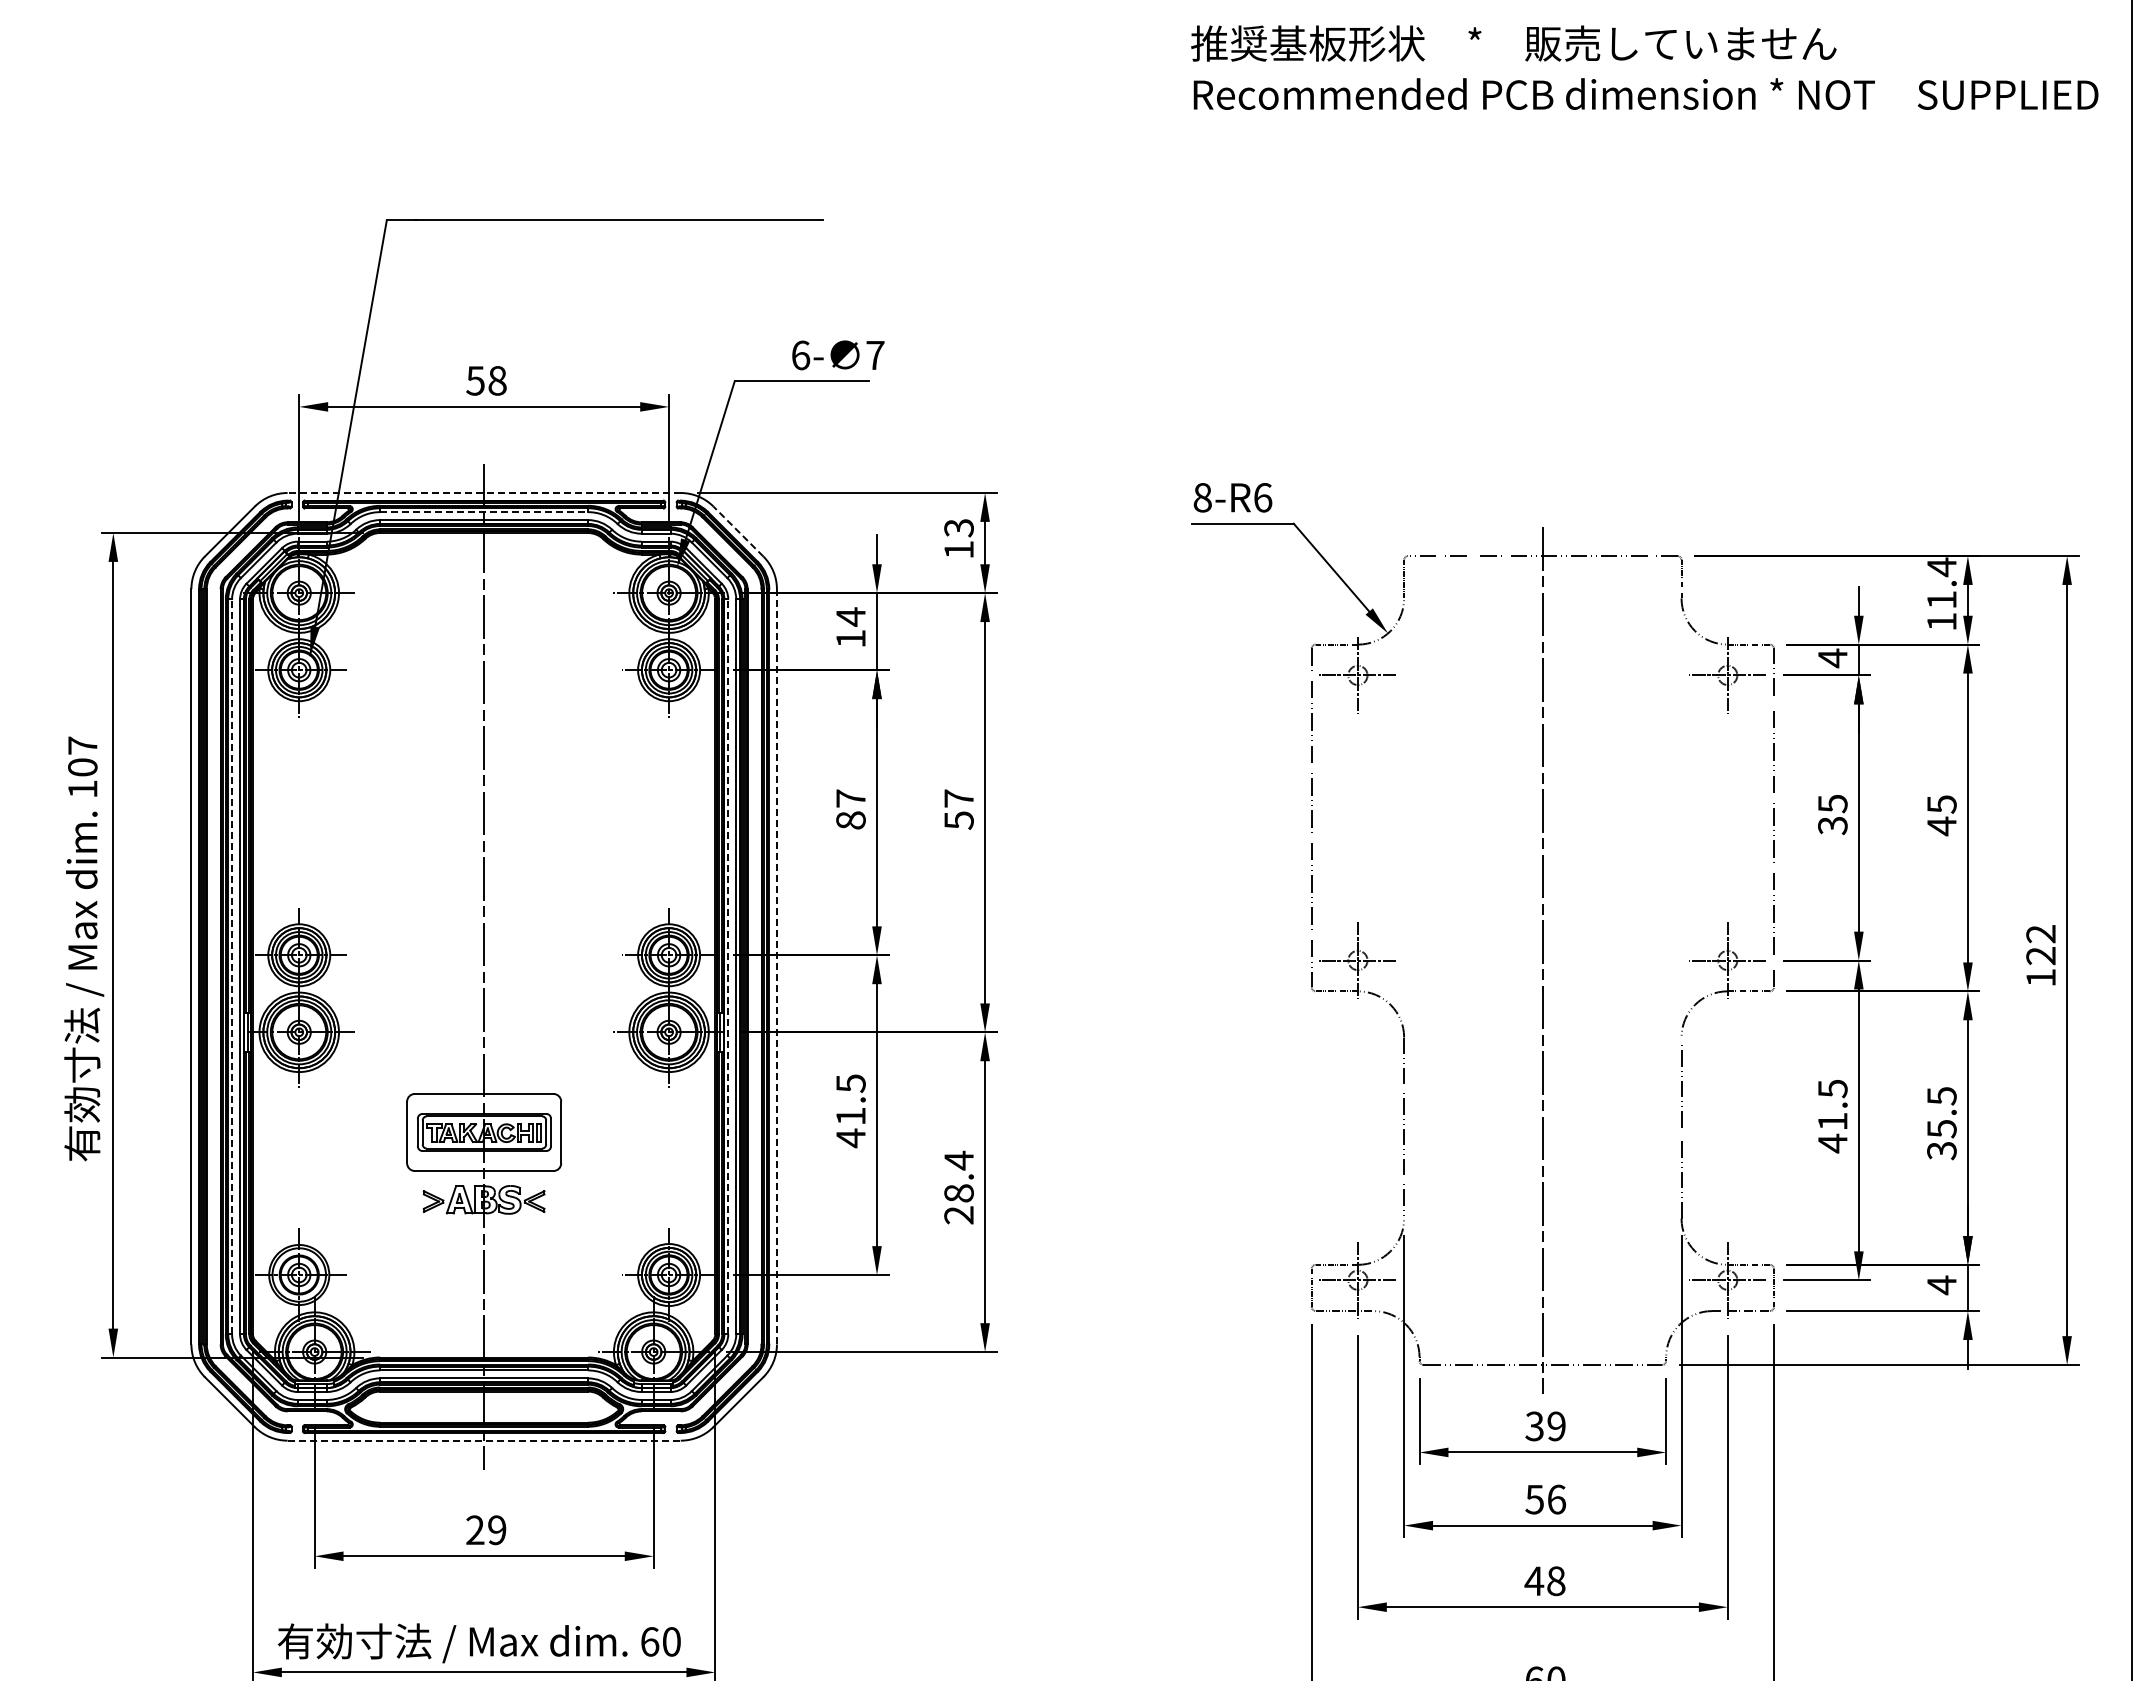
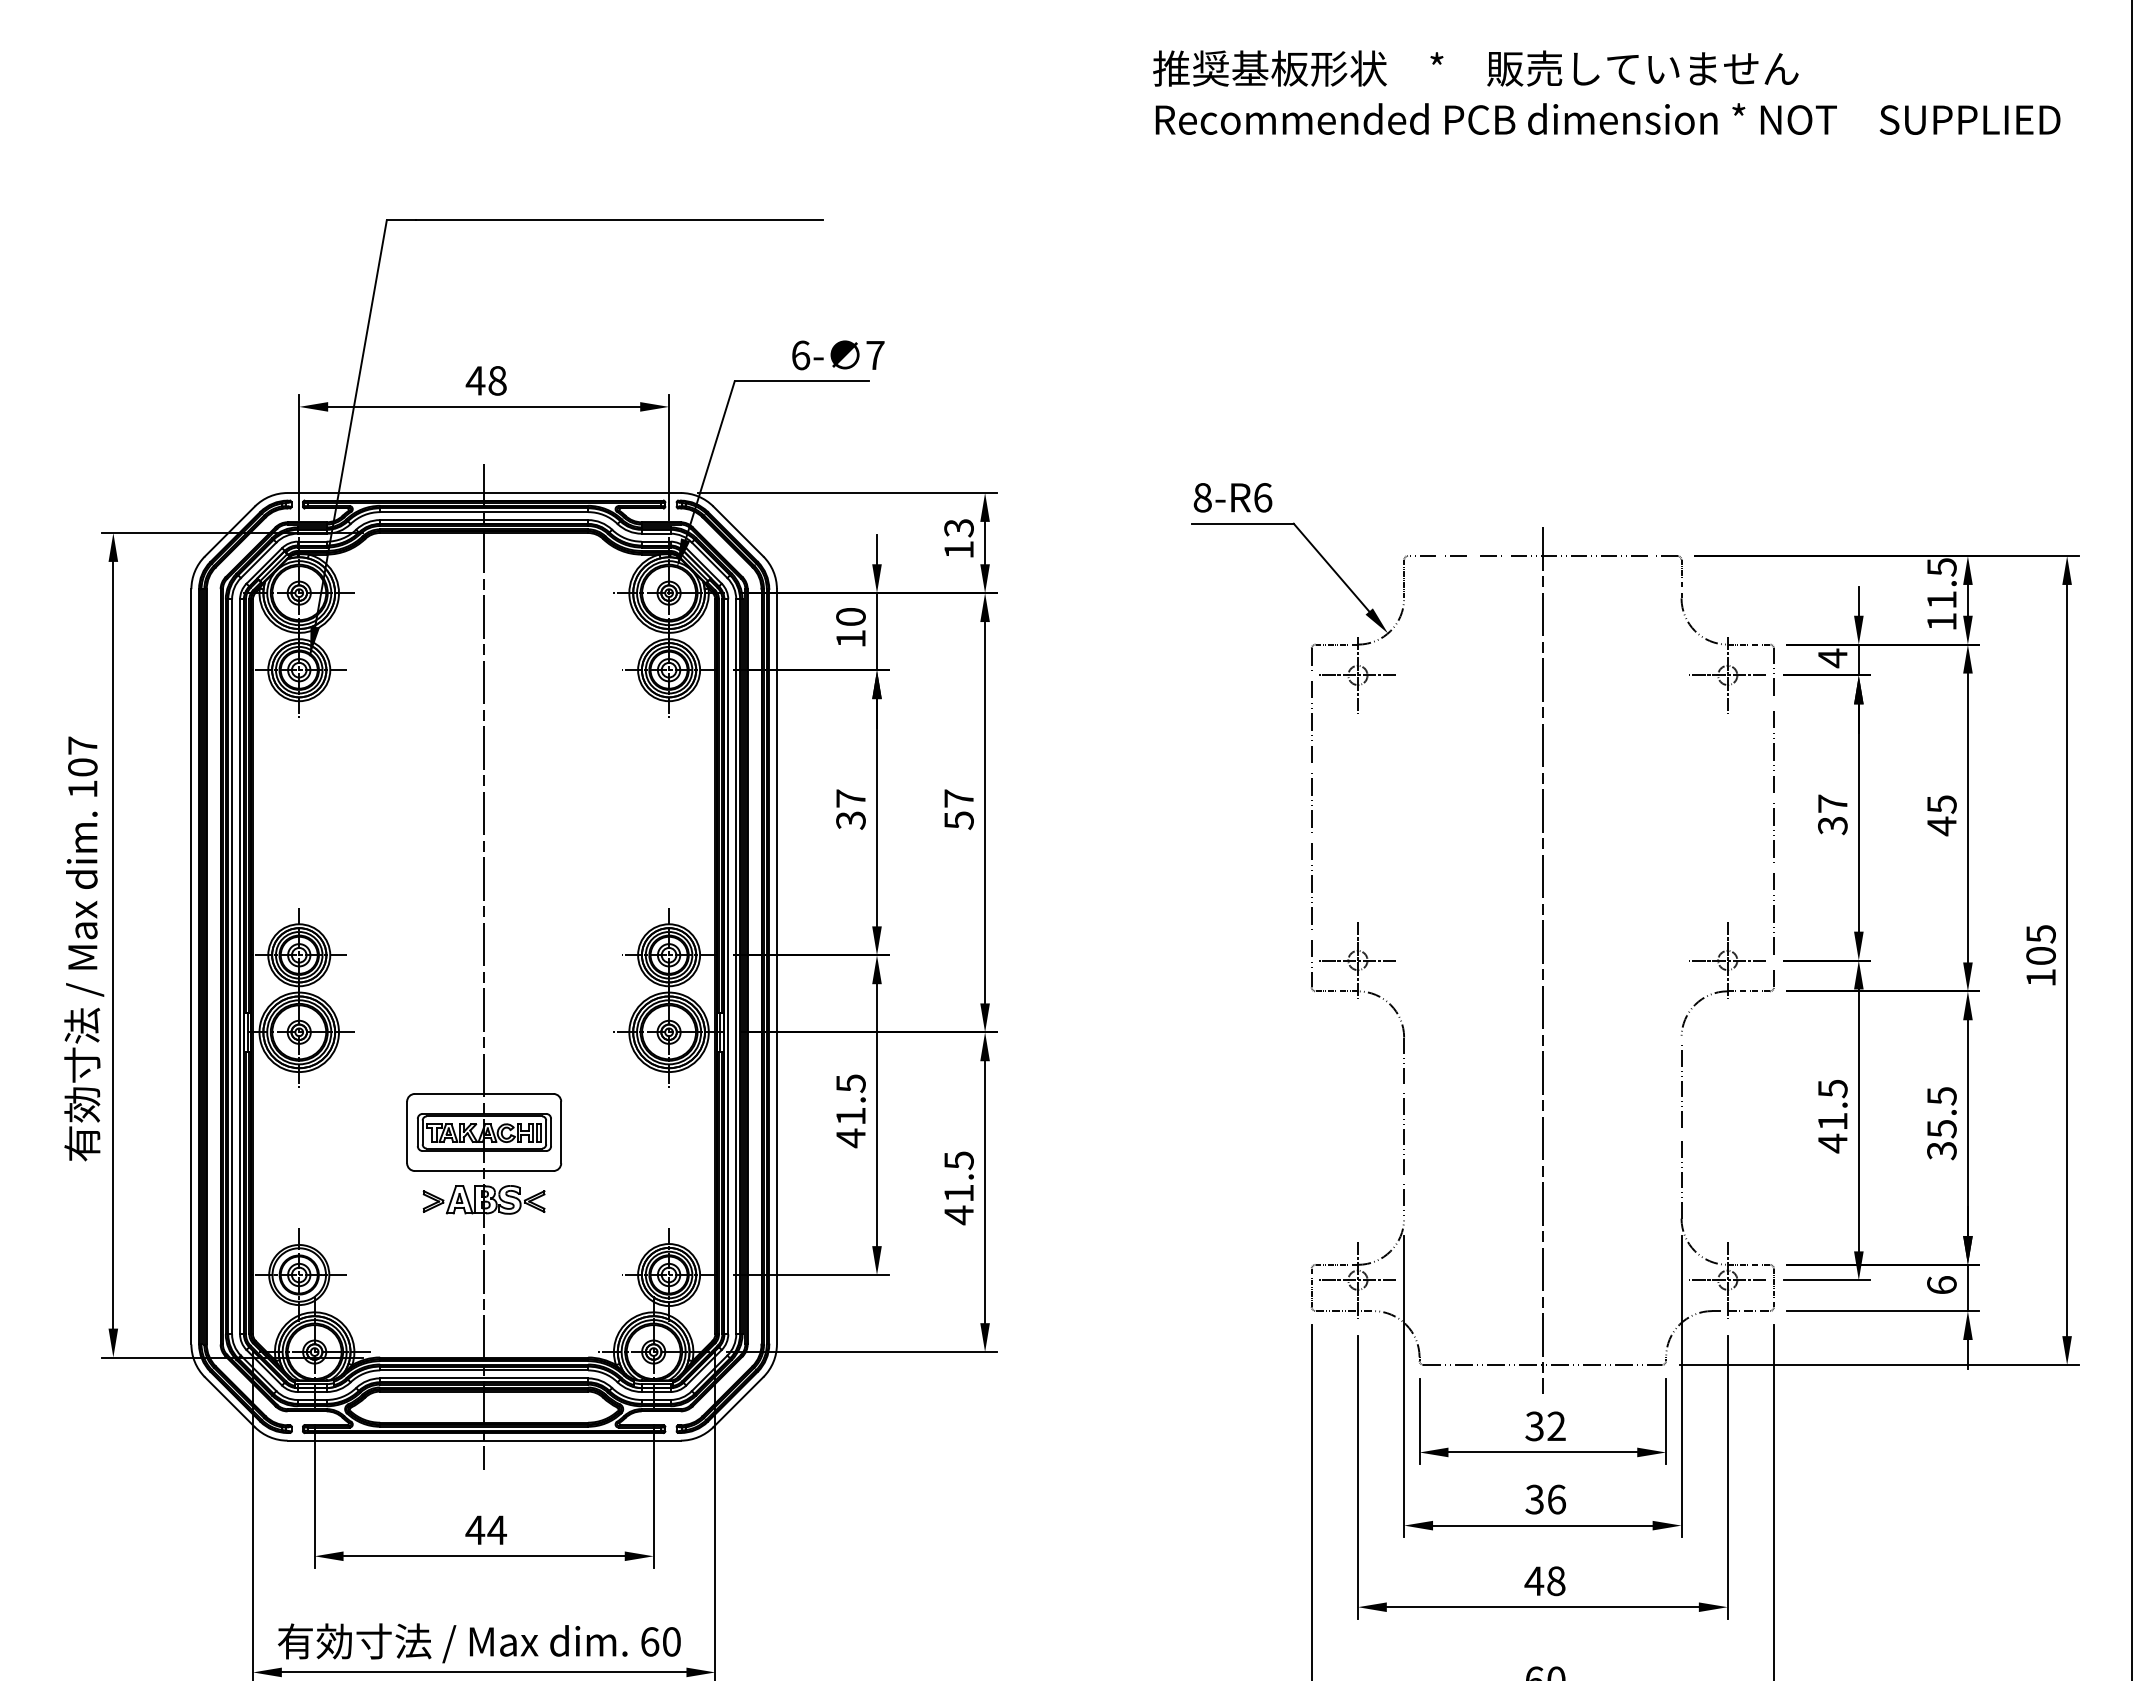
text at (1644, 67) position: (1644, 67) -> (1606, 92)
text at (475, 380): 58 -> 48
line at (484, 493): dashed -> solid
line at (484, 512): dashed -> solid
line at (738, 531): dashed -> solid
text at (1941, 567): 11.4 -> 11.5
text at (850, 616): 14 -> 10
text at (1832, 803): 35 -> 37
text at (850, 820): 87 -> 37
text at (2040, 945): 122 -> 105
line at (232, 966): dashed -> solid
line at (728, 966): dashed -> solid
line at (776, 966): dashed -> solid
text at (958, 1187): 28.4 -> 41.5
text at (1941, 1285): 4 -> 6
text at (1556, 1426): 39 -> 32
line at (484, 1440): dashed -> solid
text at (1534, 1498): 56 -> 36
text at (485, 1530): 29 -> 44
